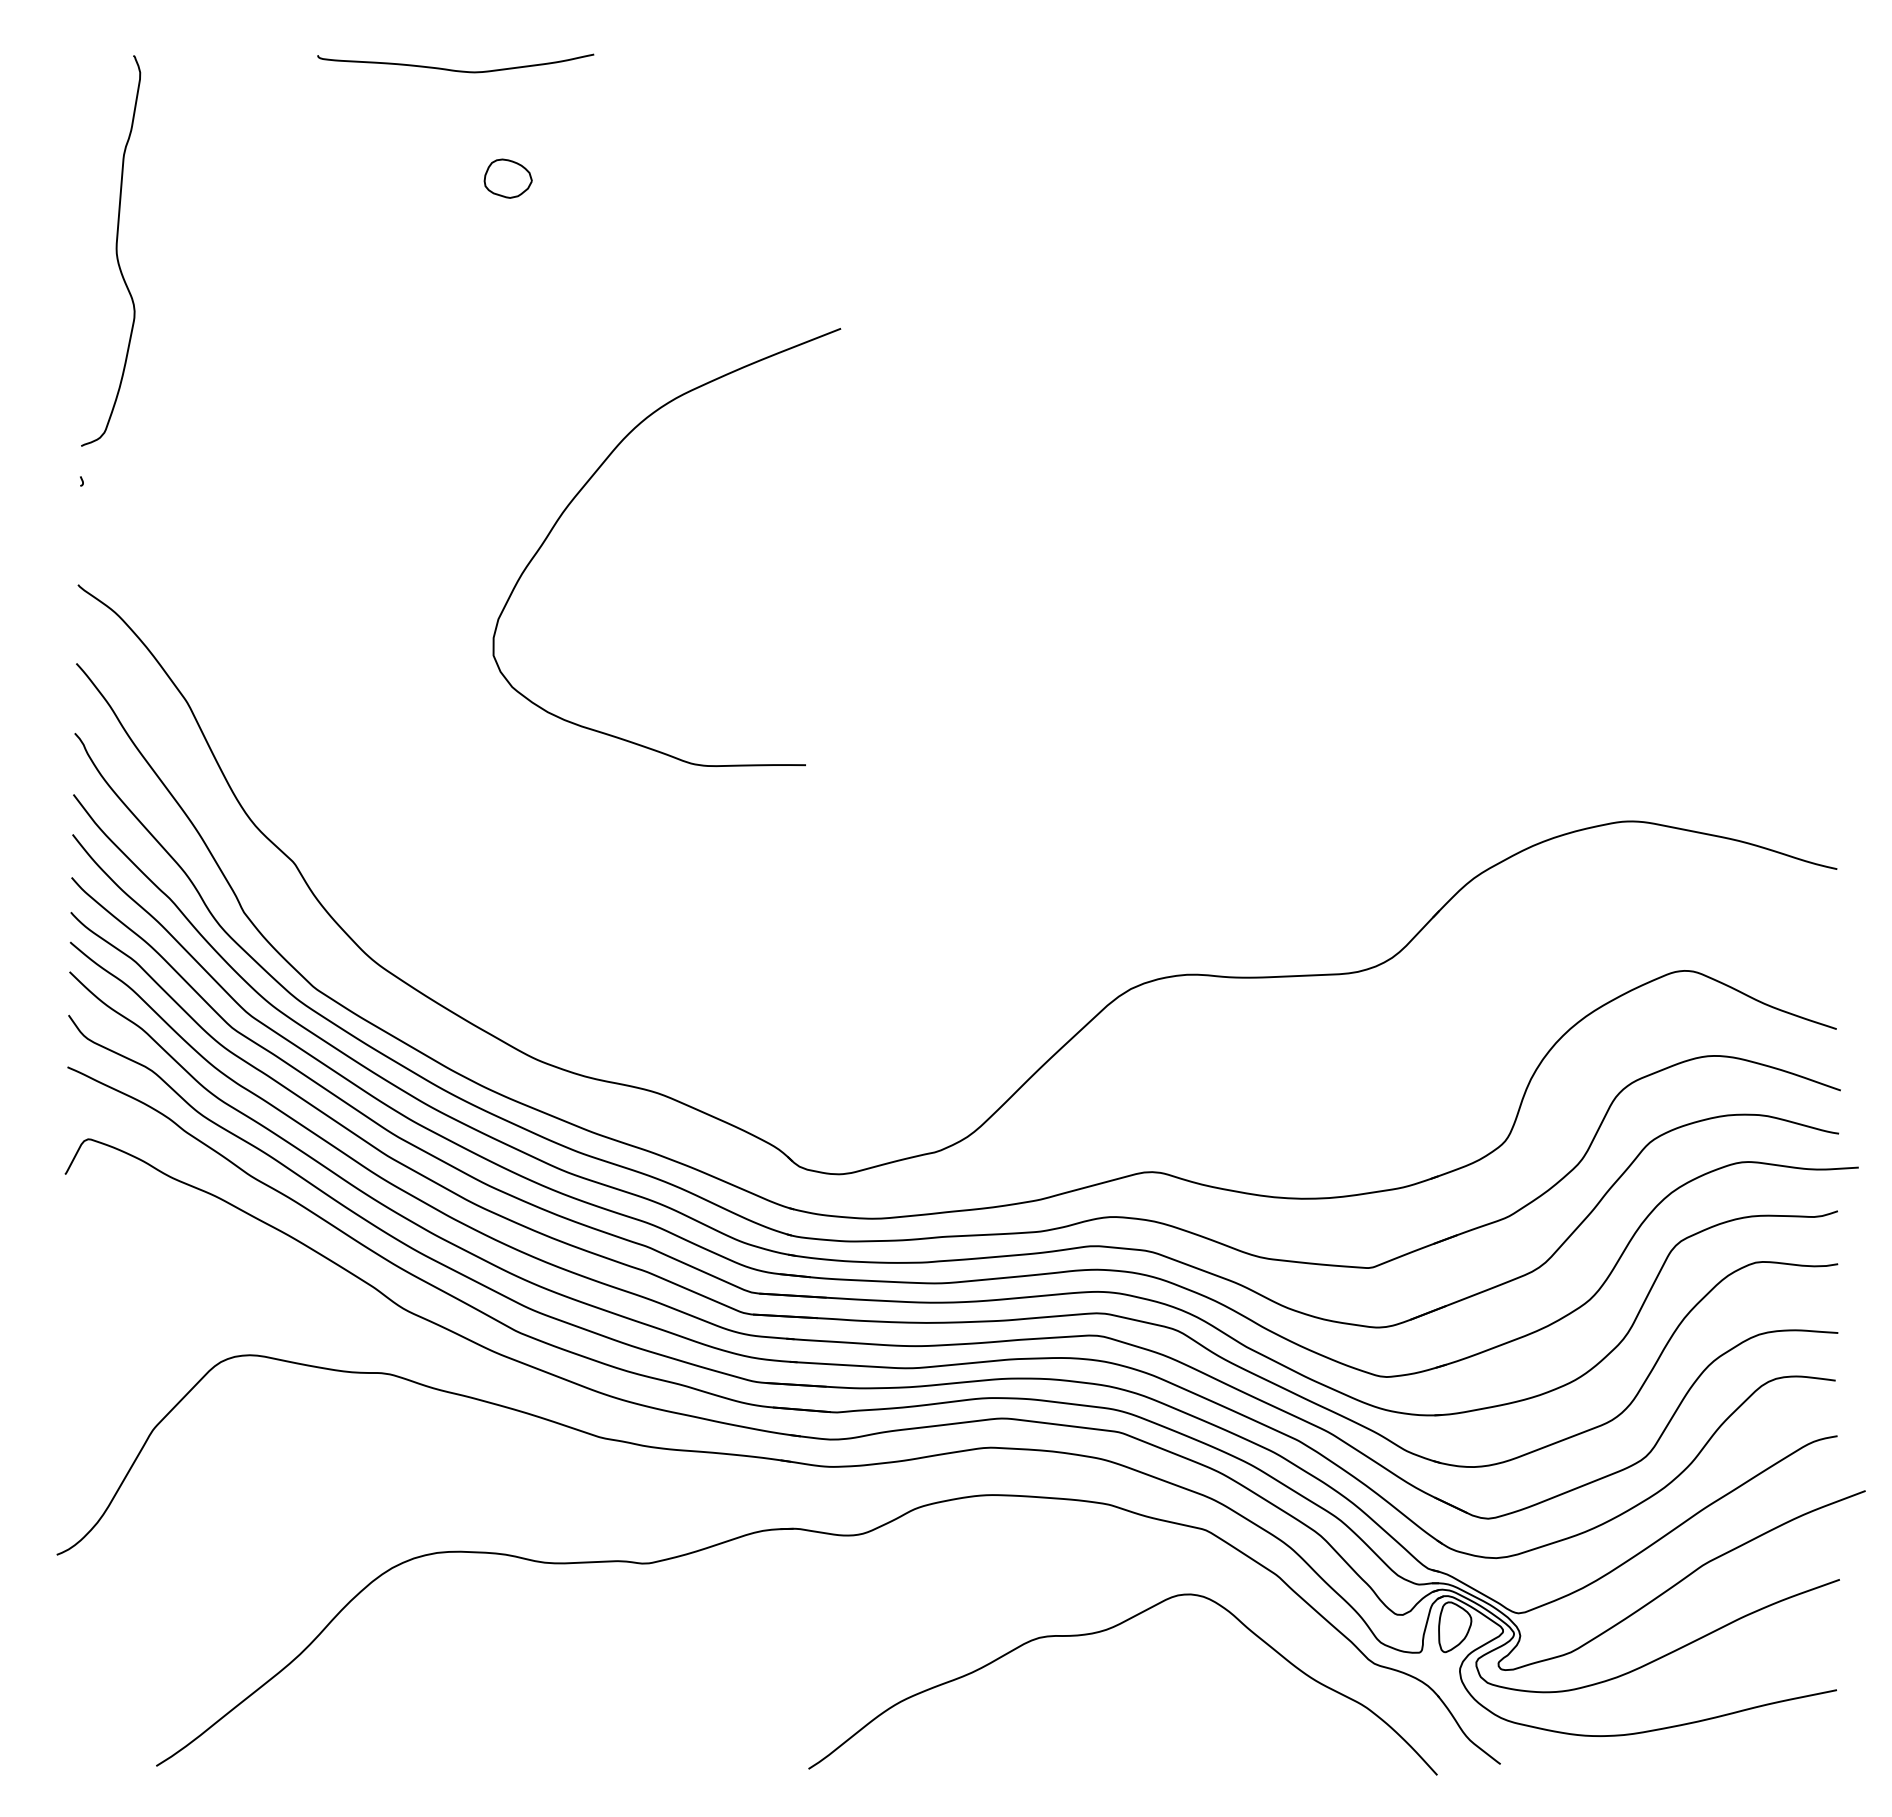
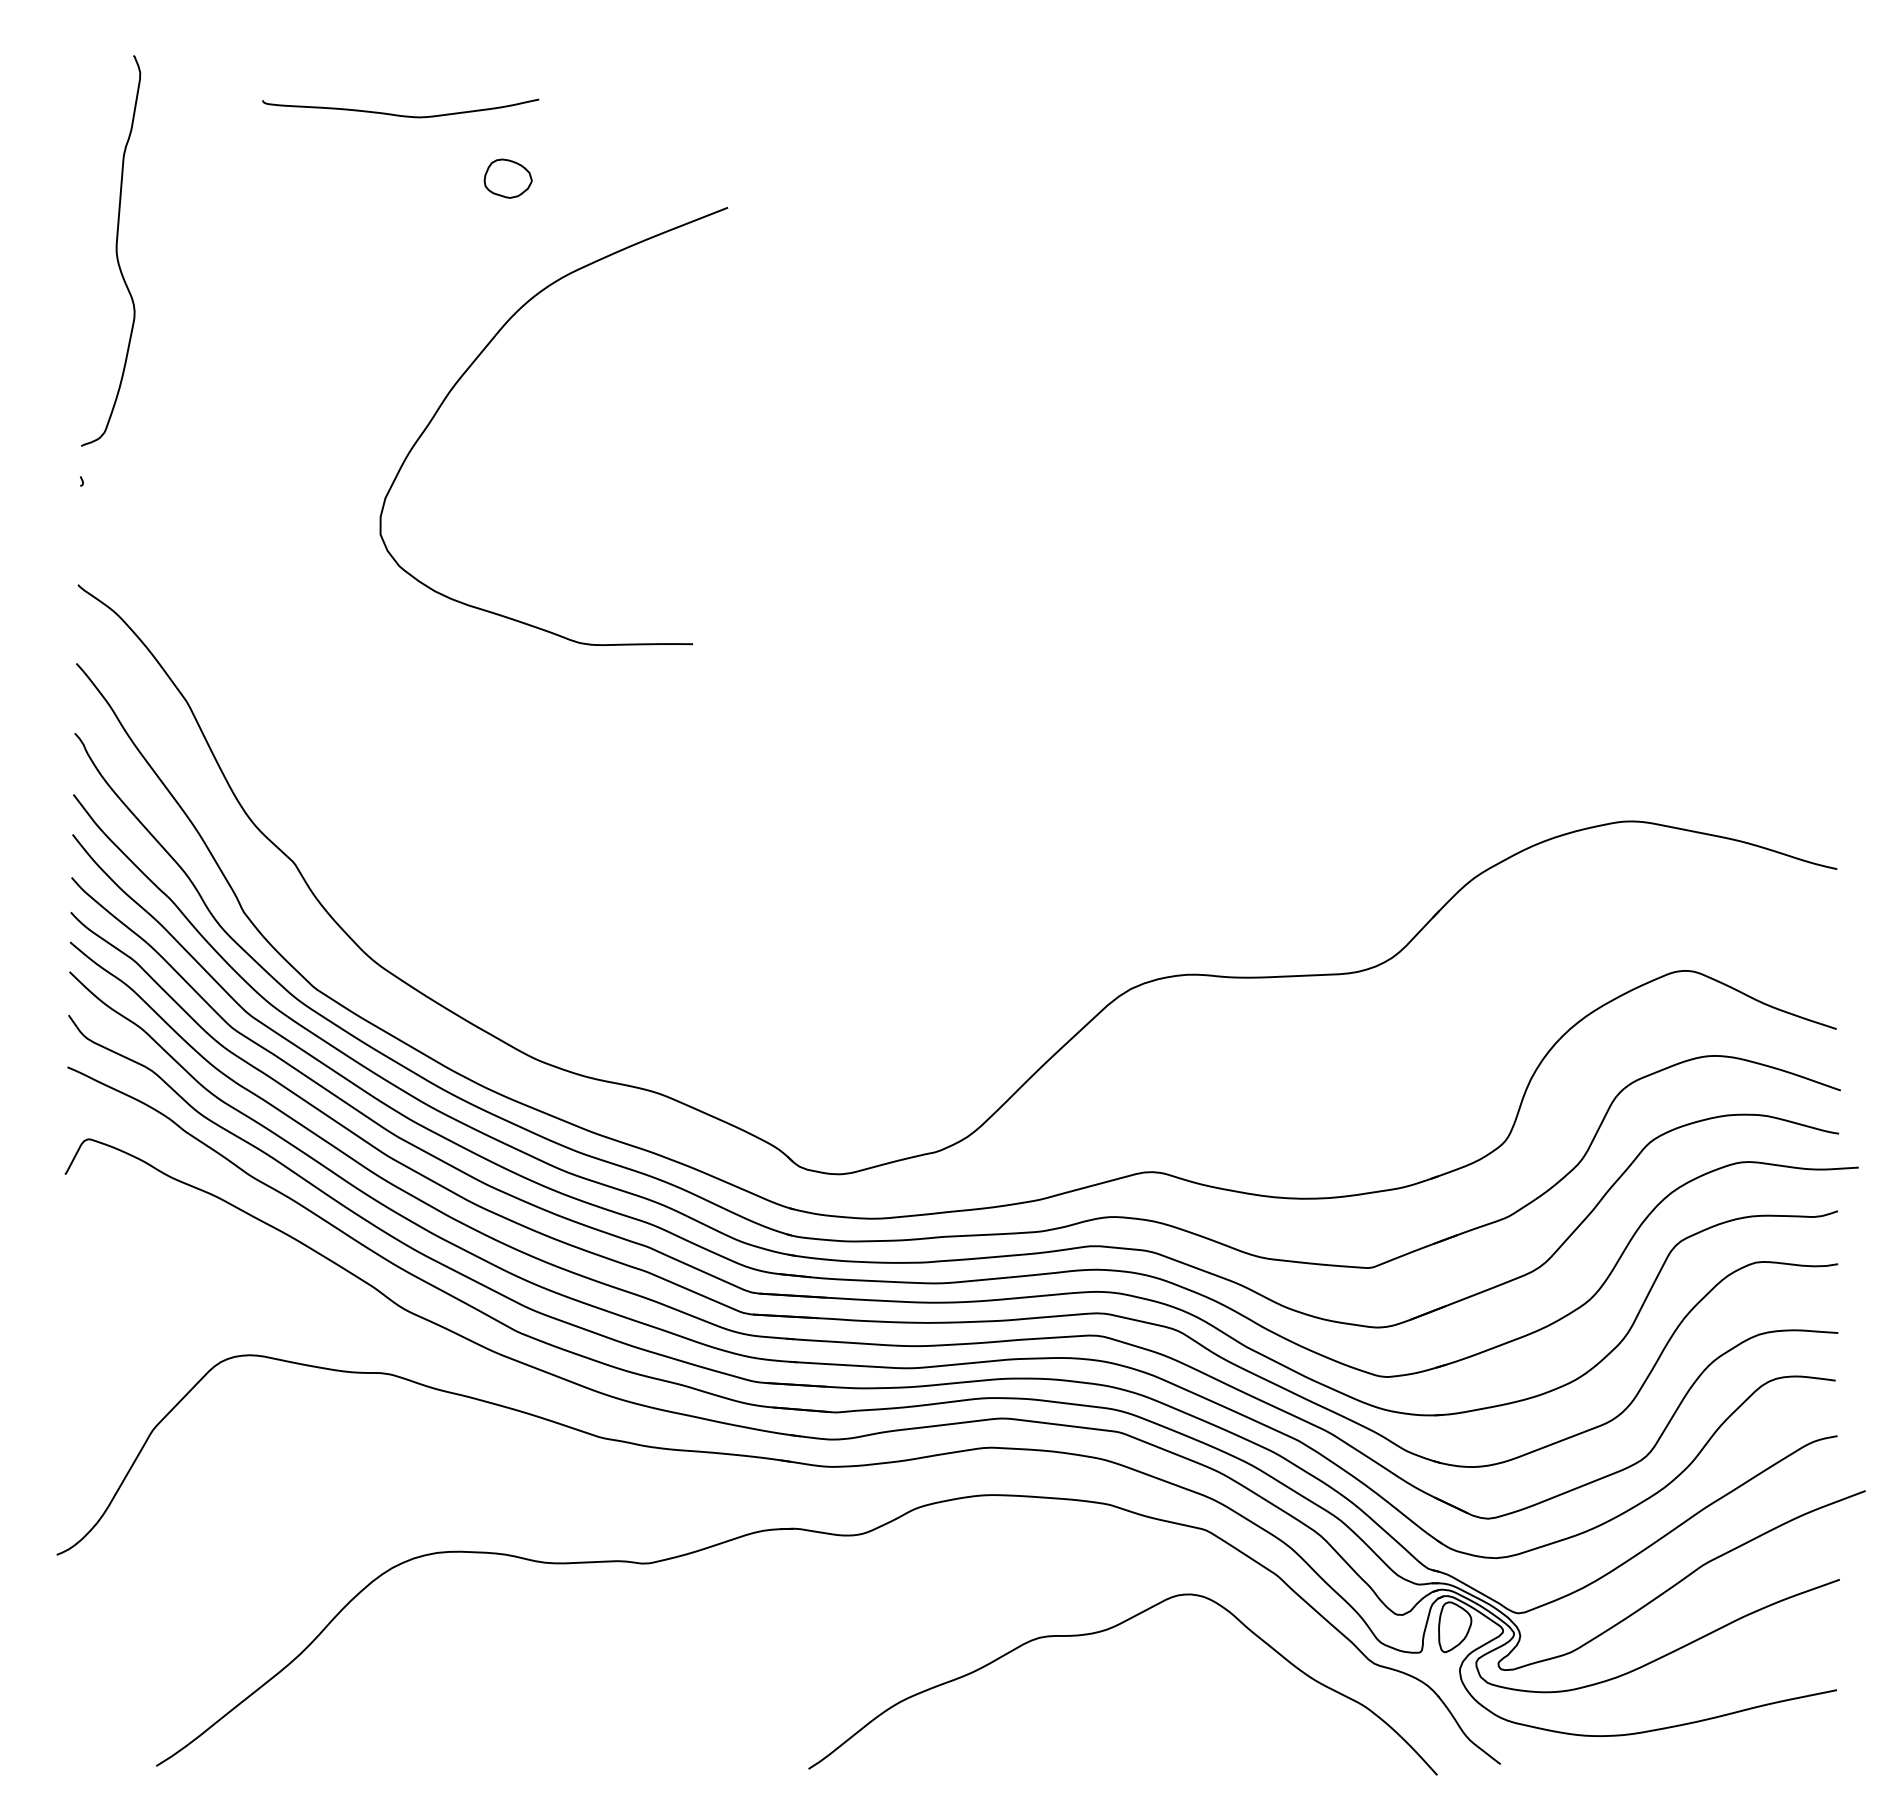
curve at (454, 69) position: (454, 69) -> (399, 114)
curve at (589, 481) position: (589, 481) -> (476, 360)
